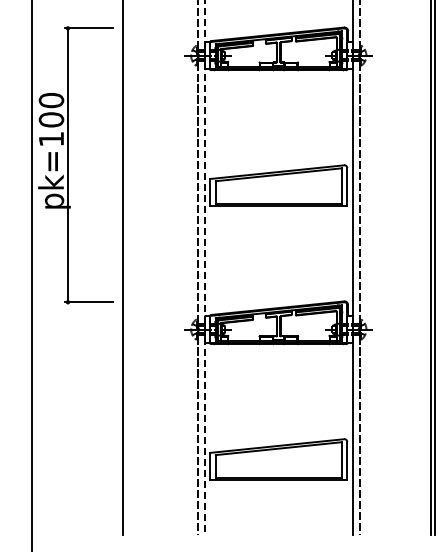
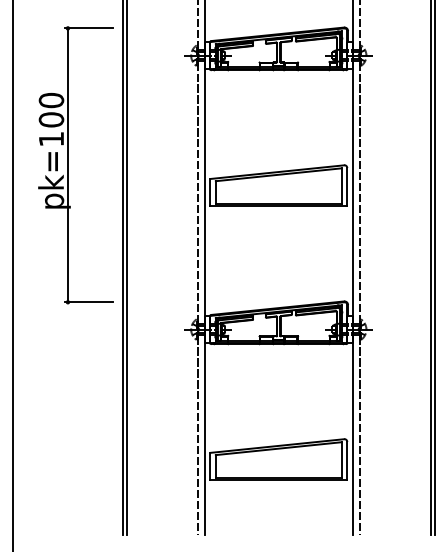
line at (126, 268): none -> present
line at (204, 268): dashed -> solid
line at (32, 275) position: (32, 275) -> (13, 275)
